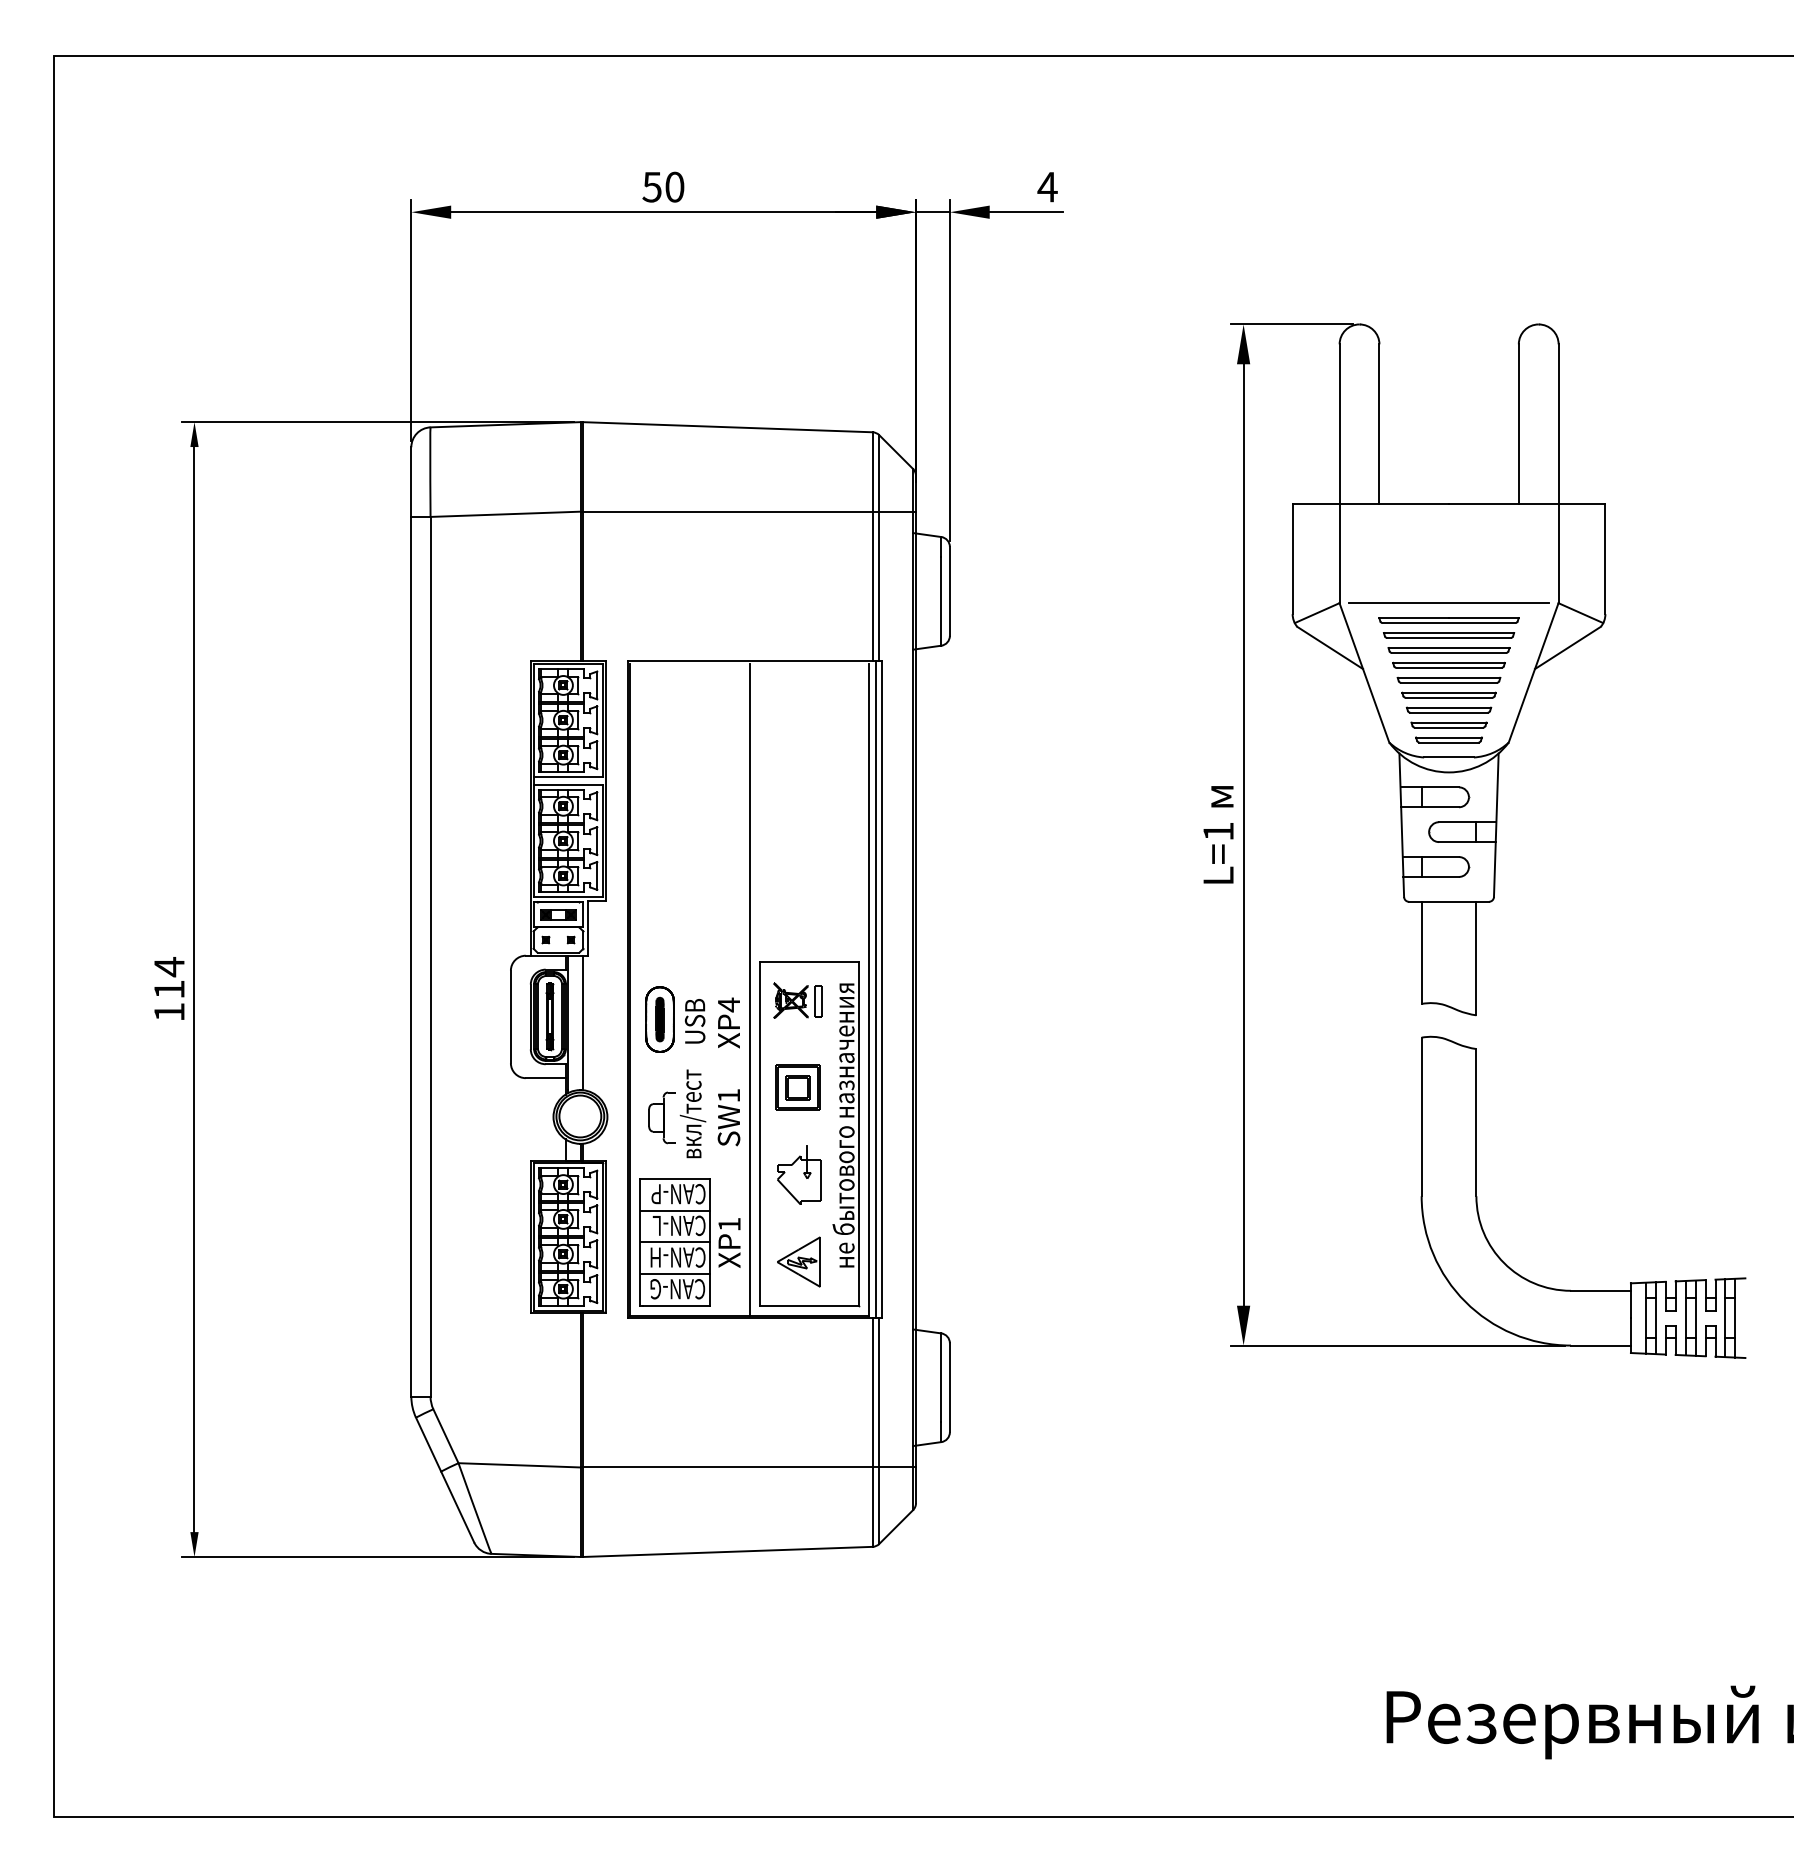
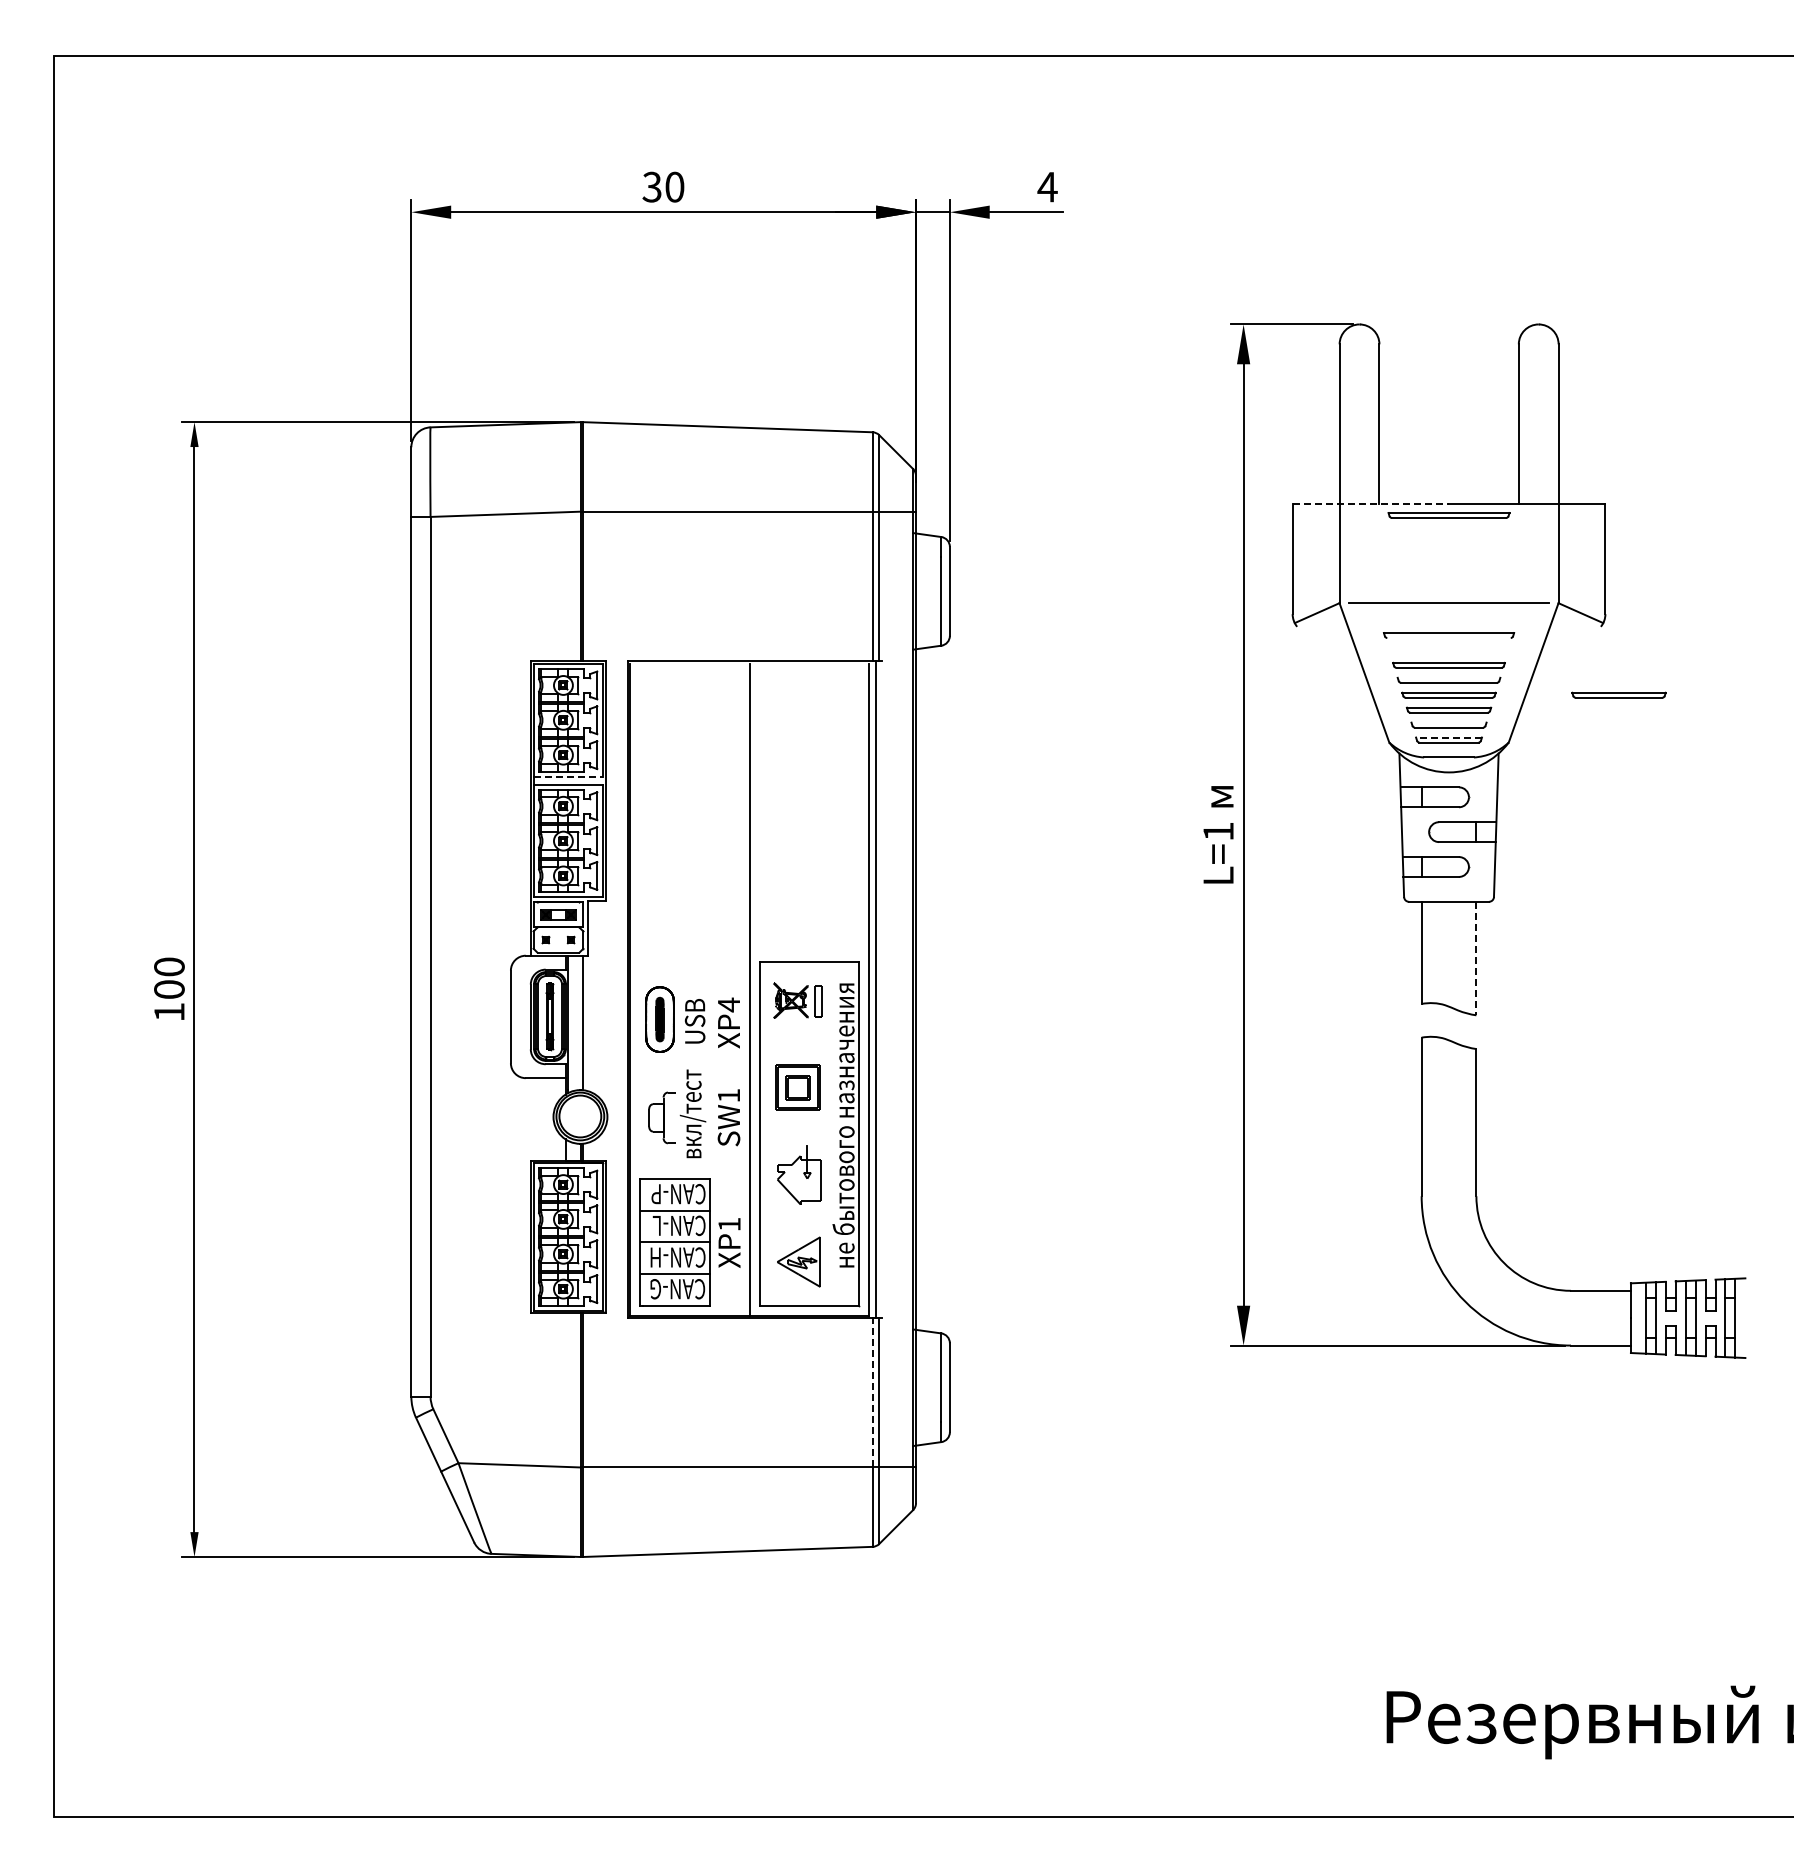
text at (652, 186): 50 -> 30
line at (1371, 503): solid -> dashed
part at (1448, 620): present -> none
line at (1448, 638): present -> none
line at (1330, 647): present -> none
line at (1567, 647): present -> none
part at (1448, 650) position: (1448, 650) -> (1448, 515)
line at (1448, 677): present -> none
part at (1618, 694): none -> present
line at (1448, 722): present -> none
line at (1449, 737): solid -> dashed
line at (568, 776): solid -> dashed
line at (1476, 958): solid -> dashed
text at (169, 977): 114 -> 100
line at (882, 989): present -> none
line at (872, 1392): solid -> dashed
